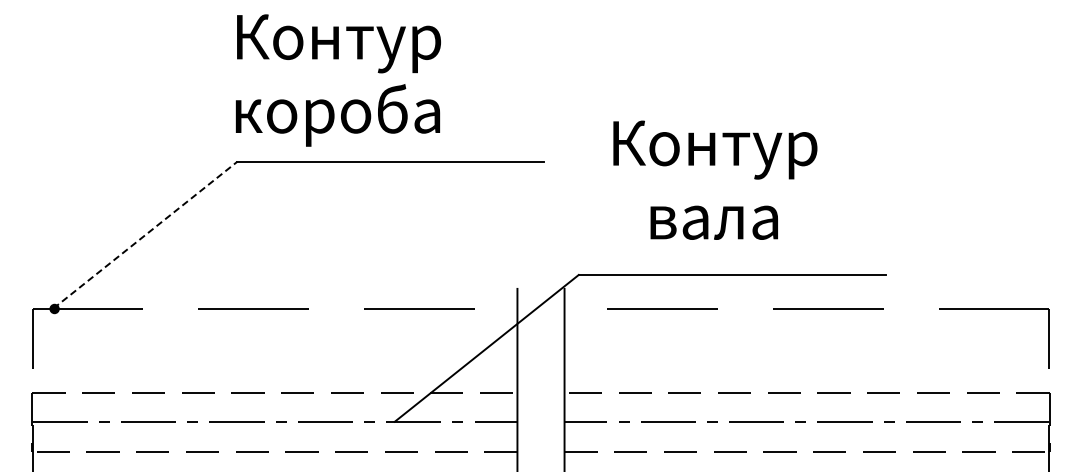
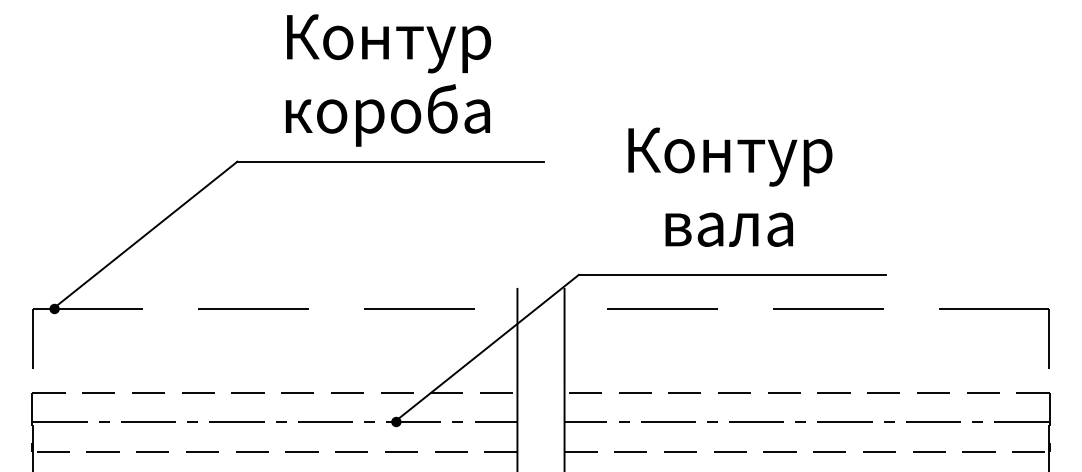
text at (337, 80) position: (337, 80) -> (387, 80)
text at (715, 179) position: (715, 179) -> (730, 186)
line at (145, 235): dashed -> solid
fill at (396, 421): none -> present
